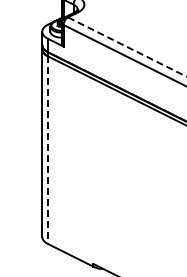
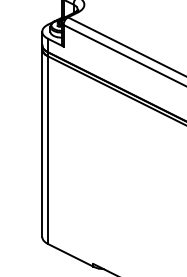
line at (127, 47): dashed -> solid
line at (48, 150): dashed -> solid
